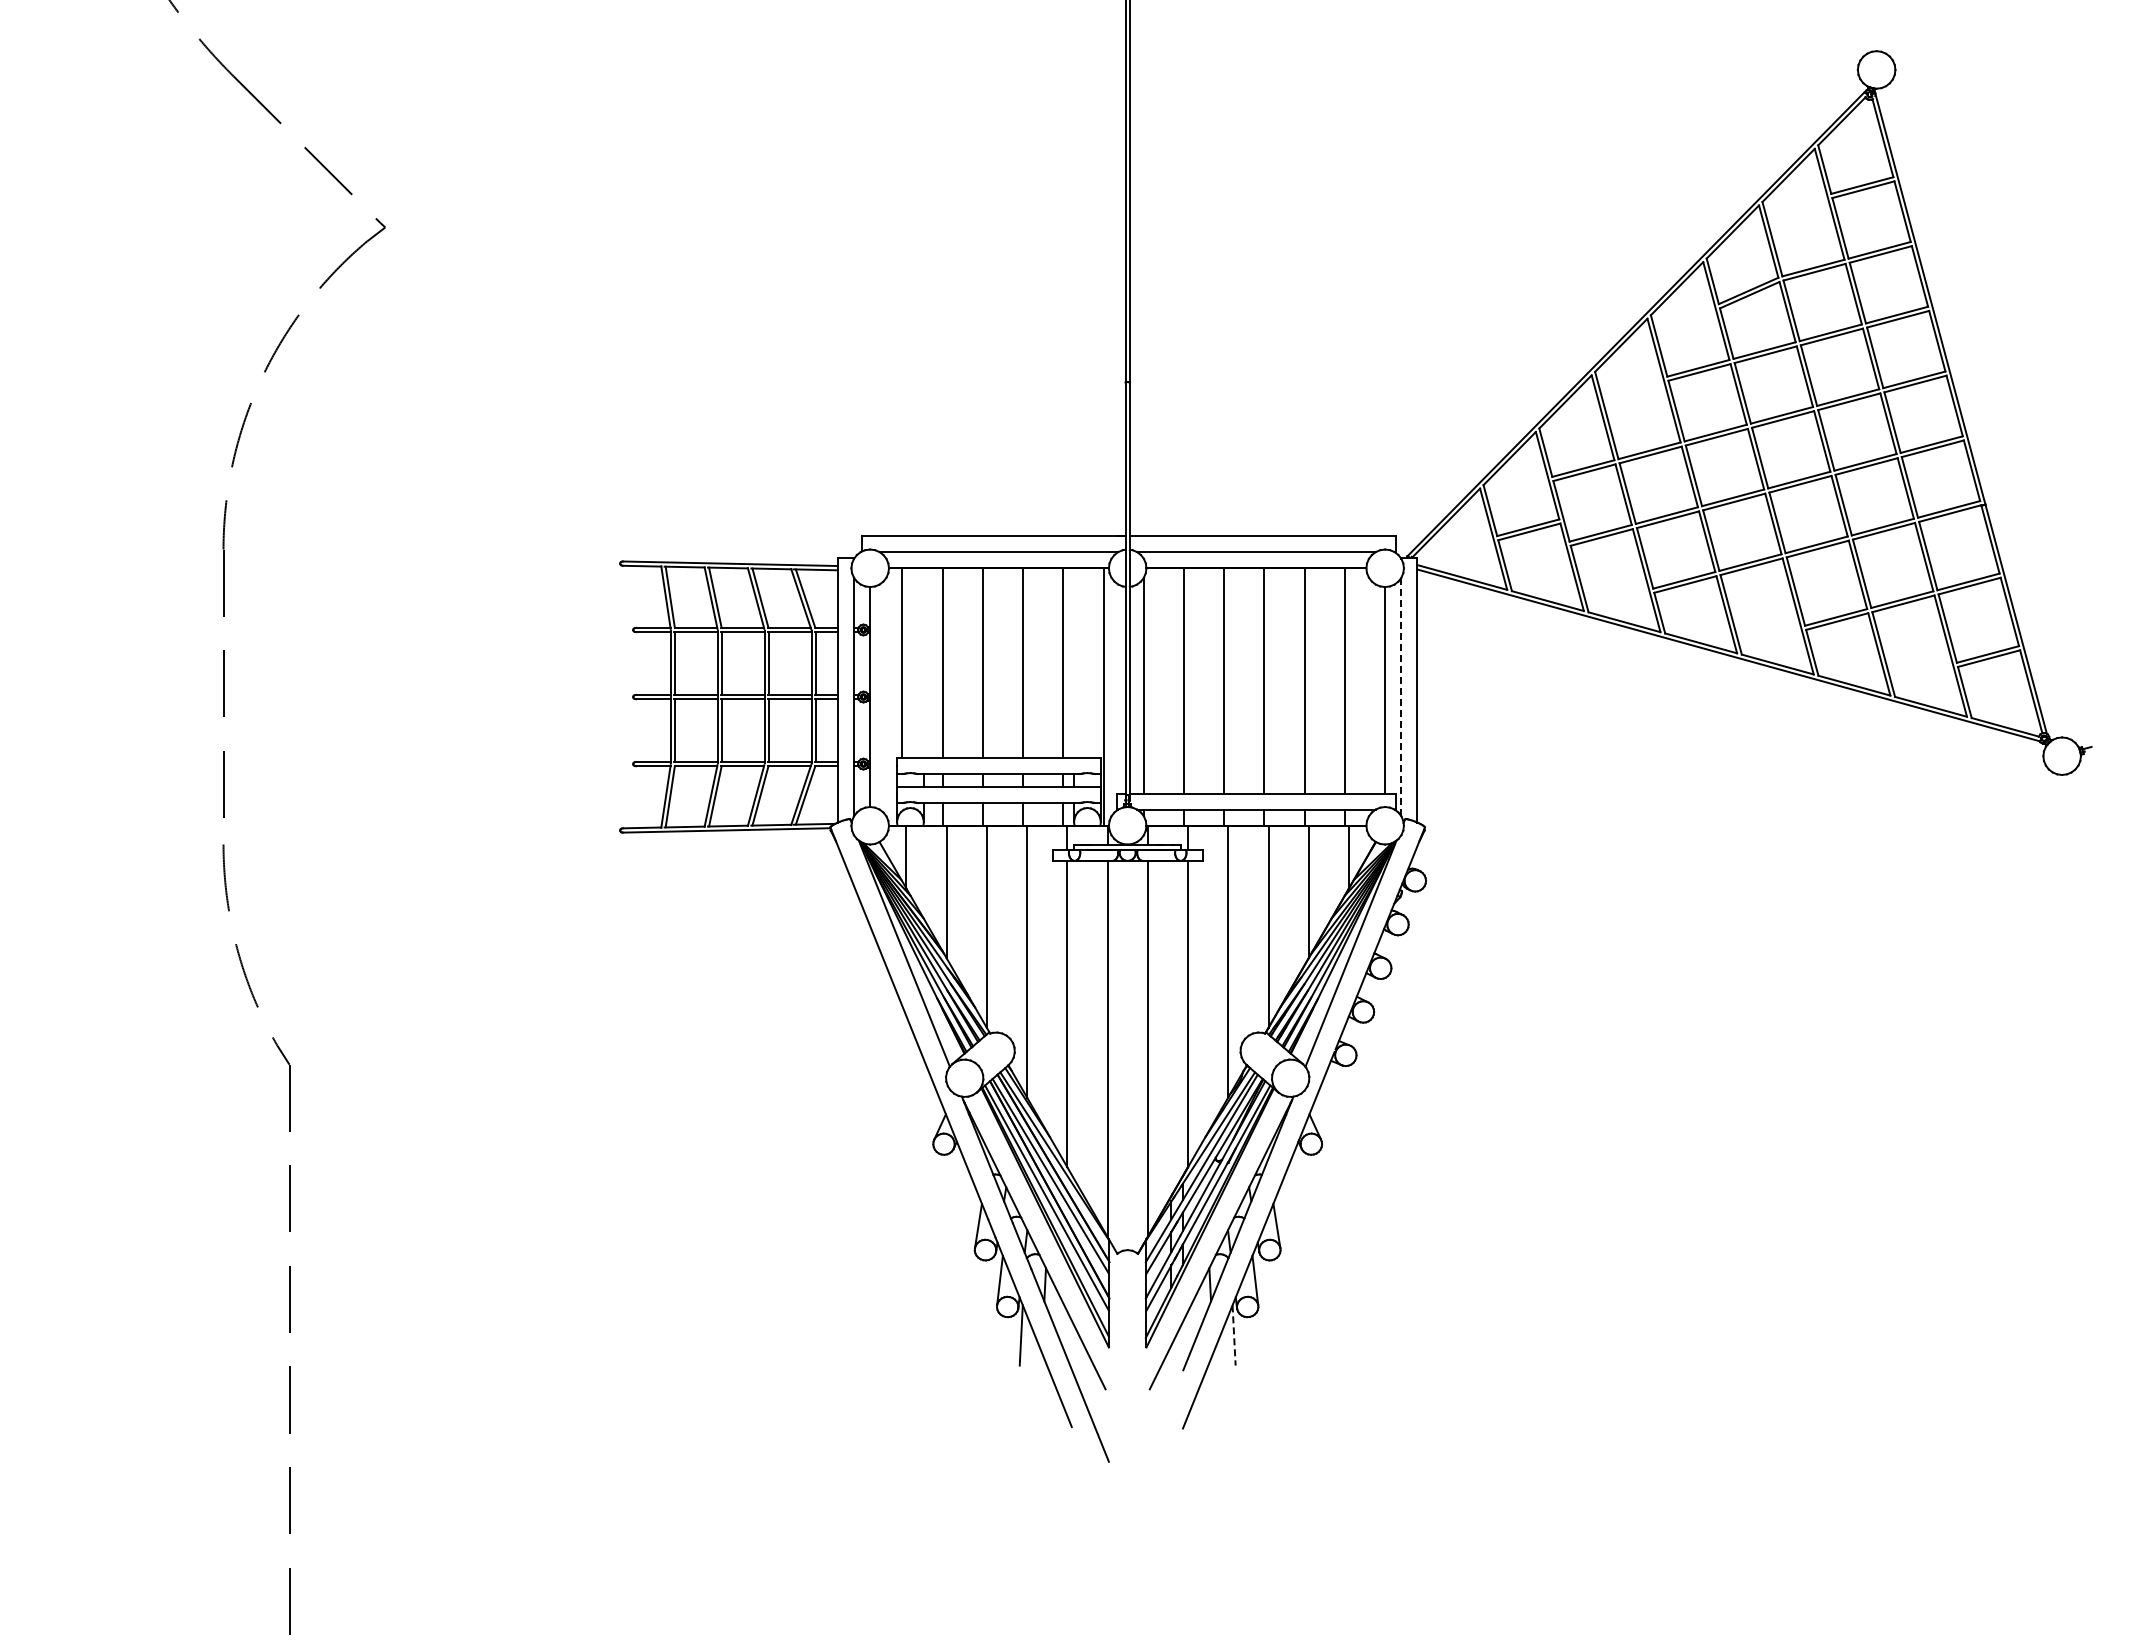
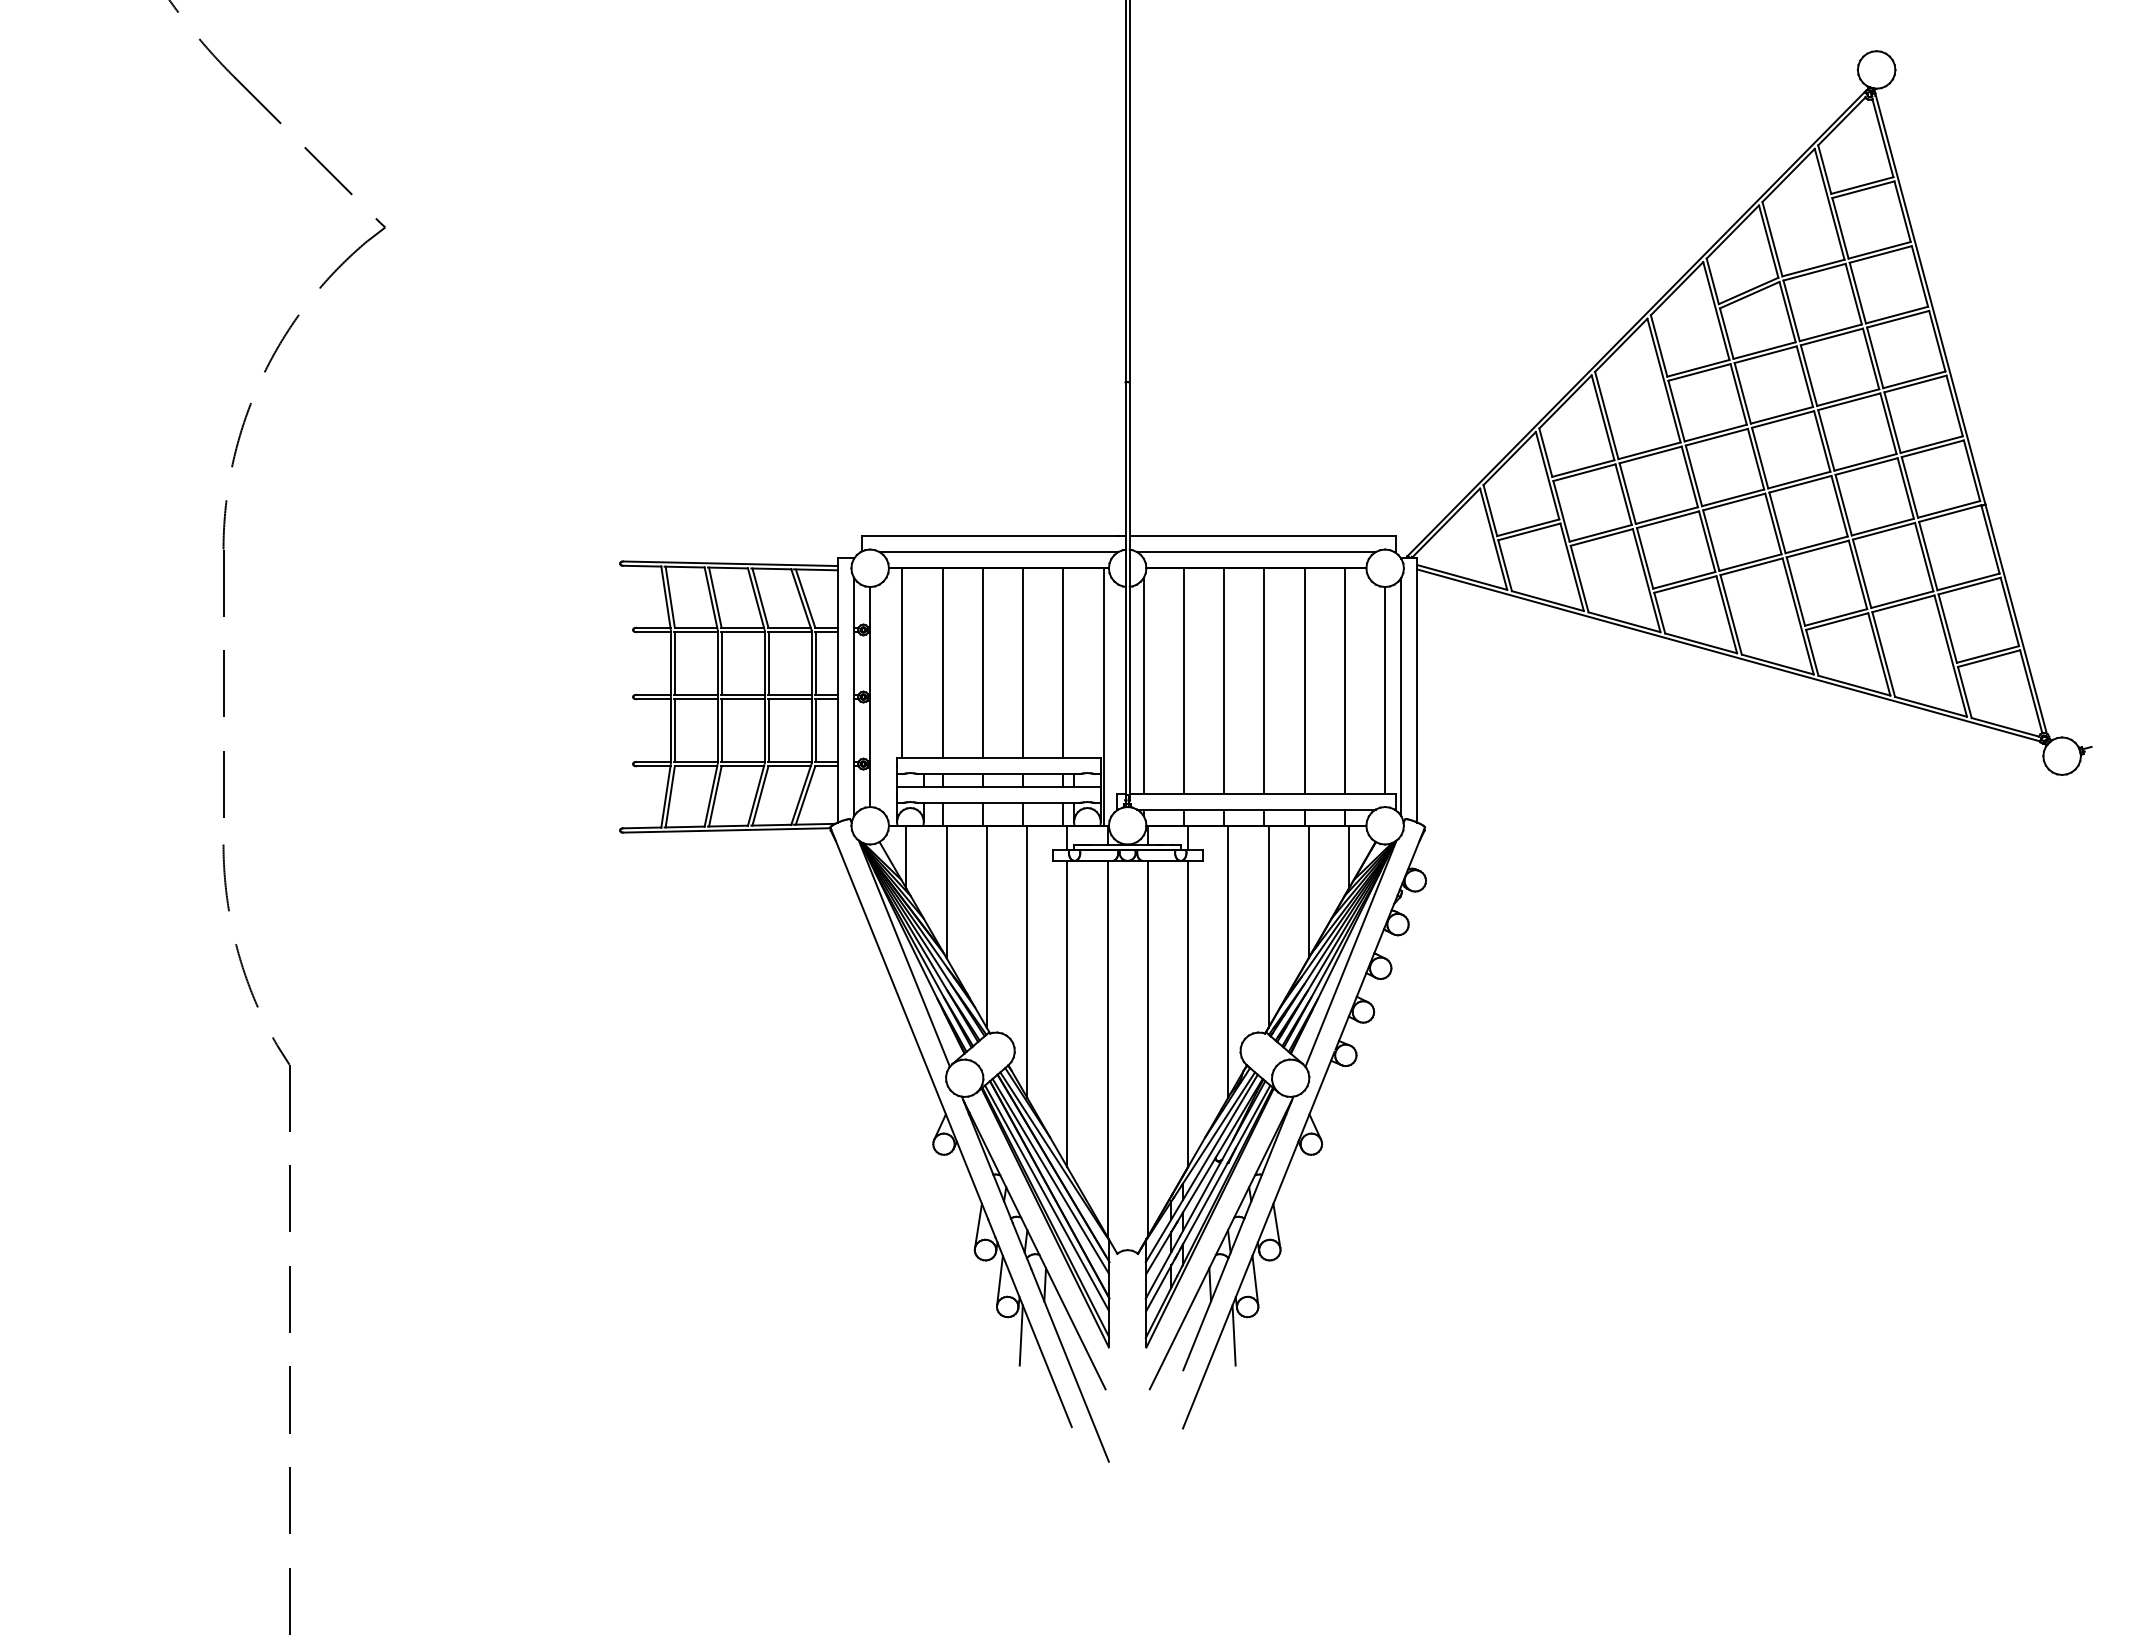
line at (1401, 696): dashed -> solid
line at (1234, 1335): dashed -> solid
